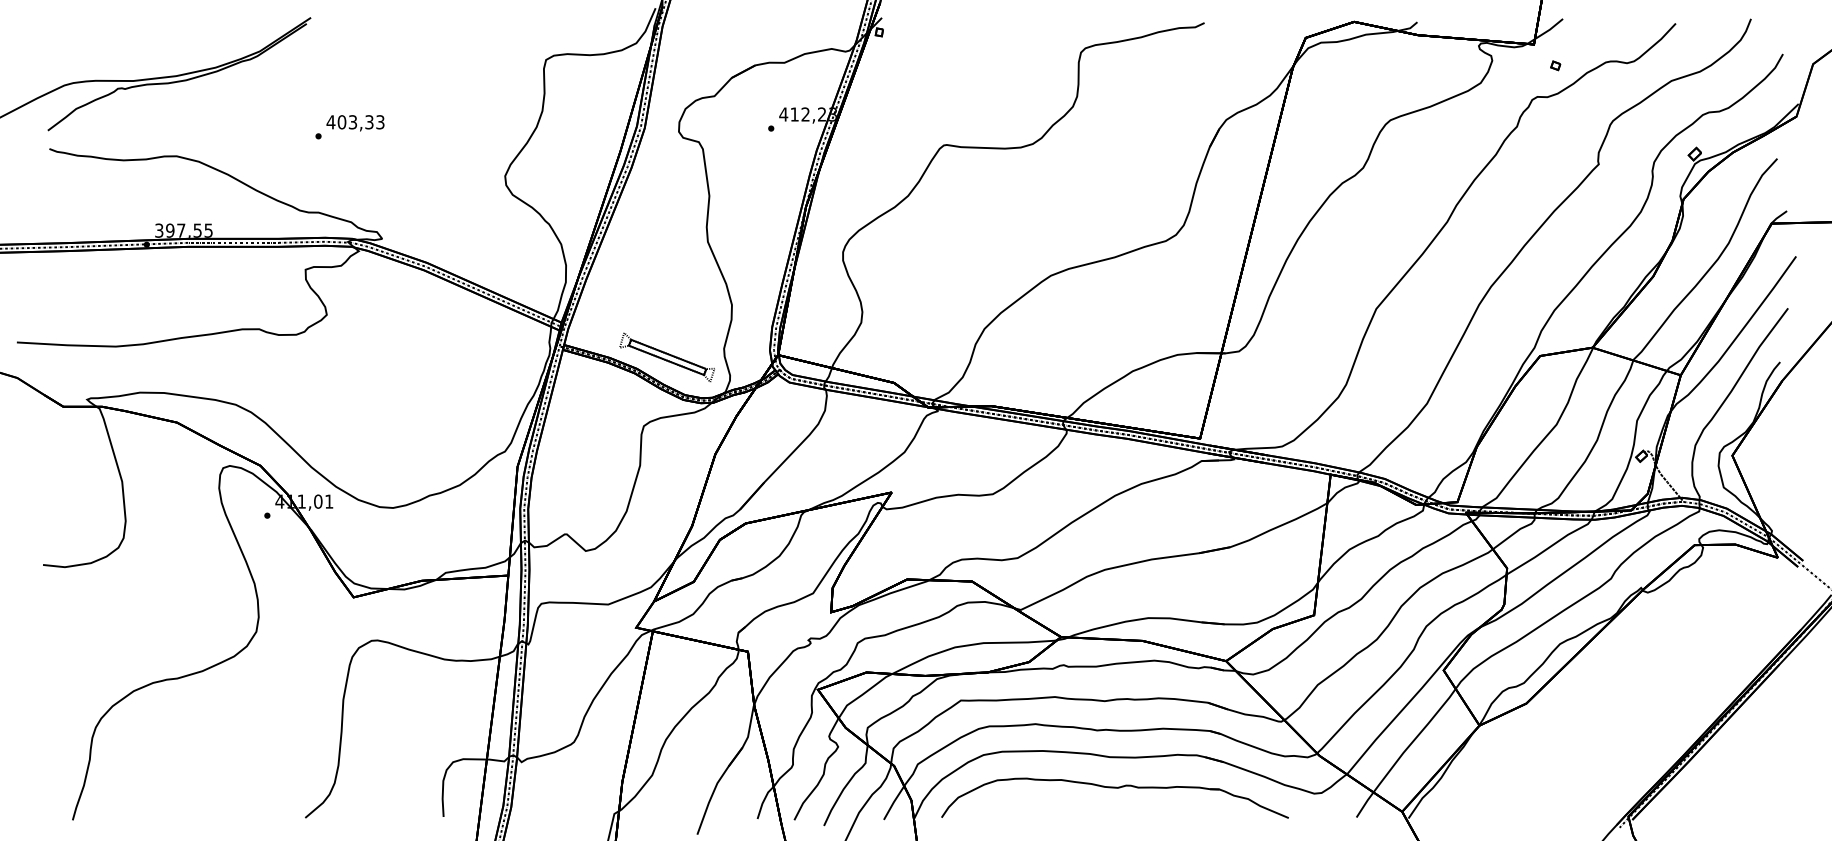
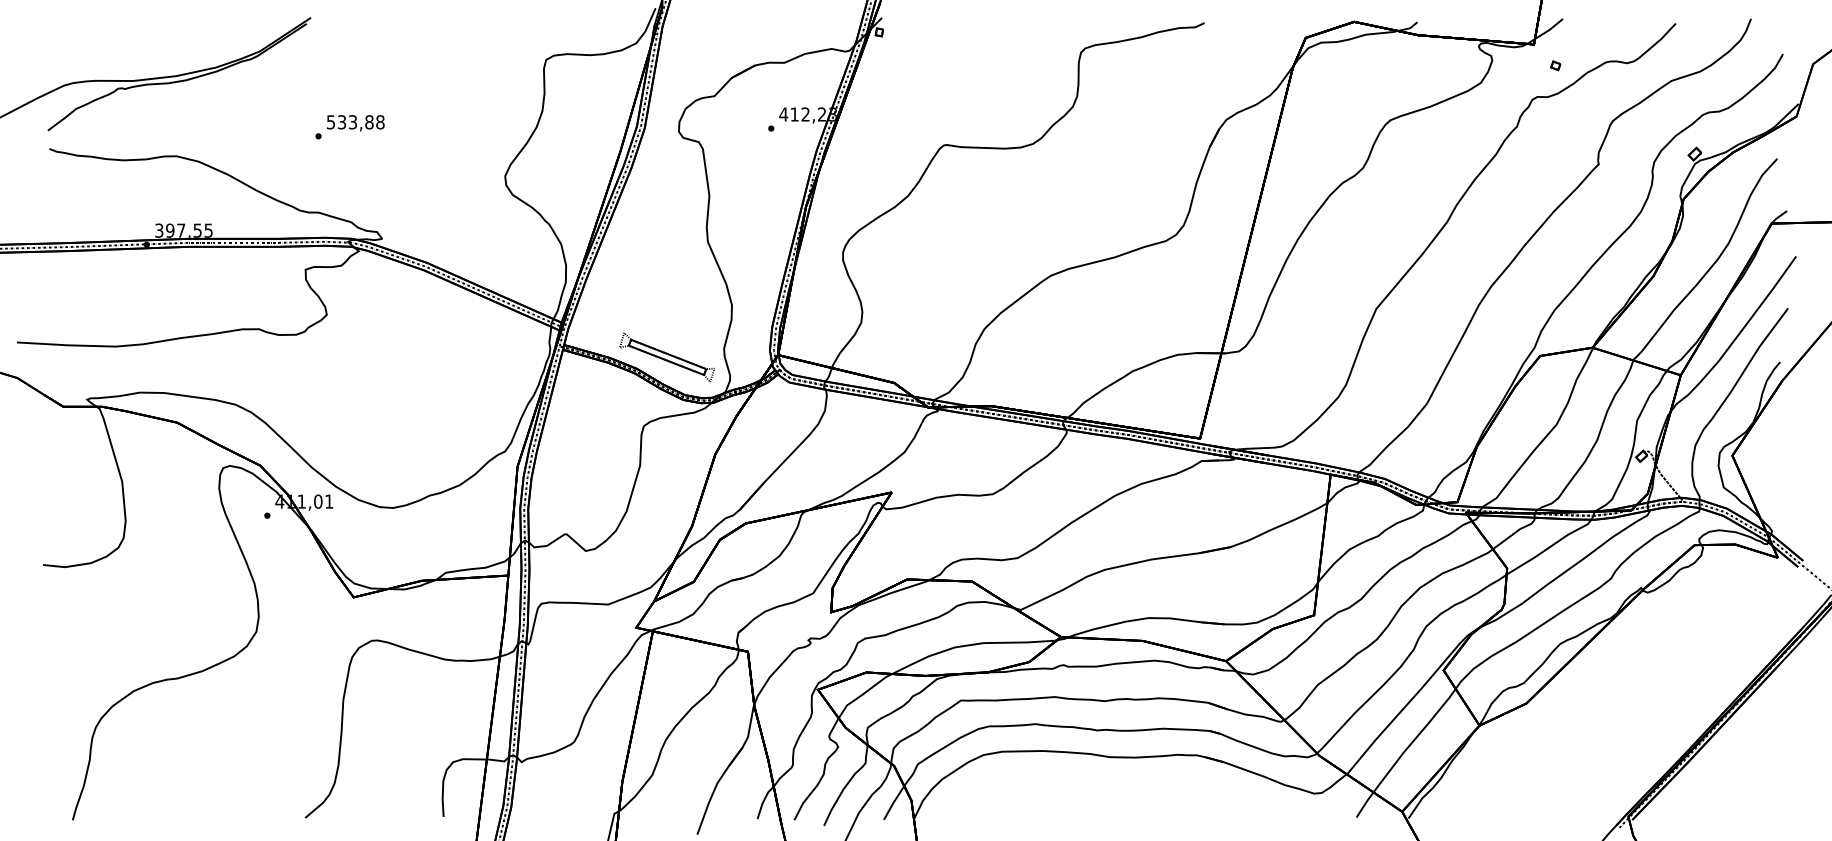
text at (355, 122): 403,33 -> 533,88
part at (1114, 788): present -> none
